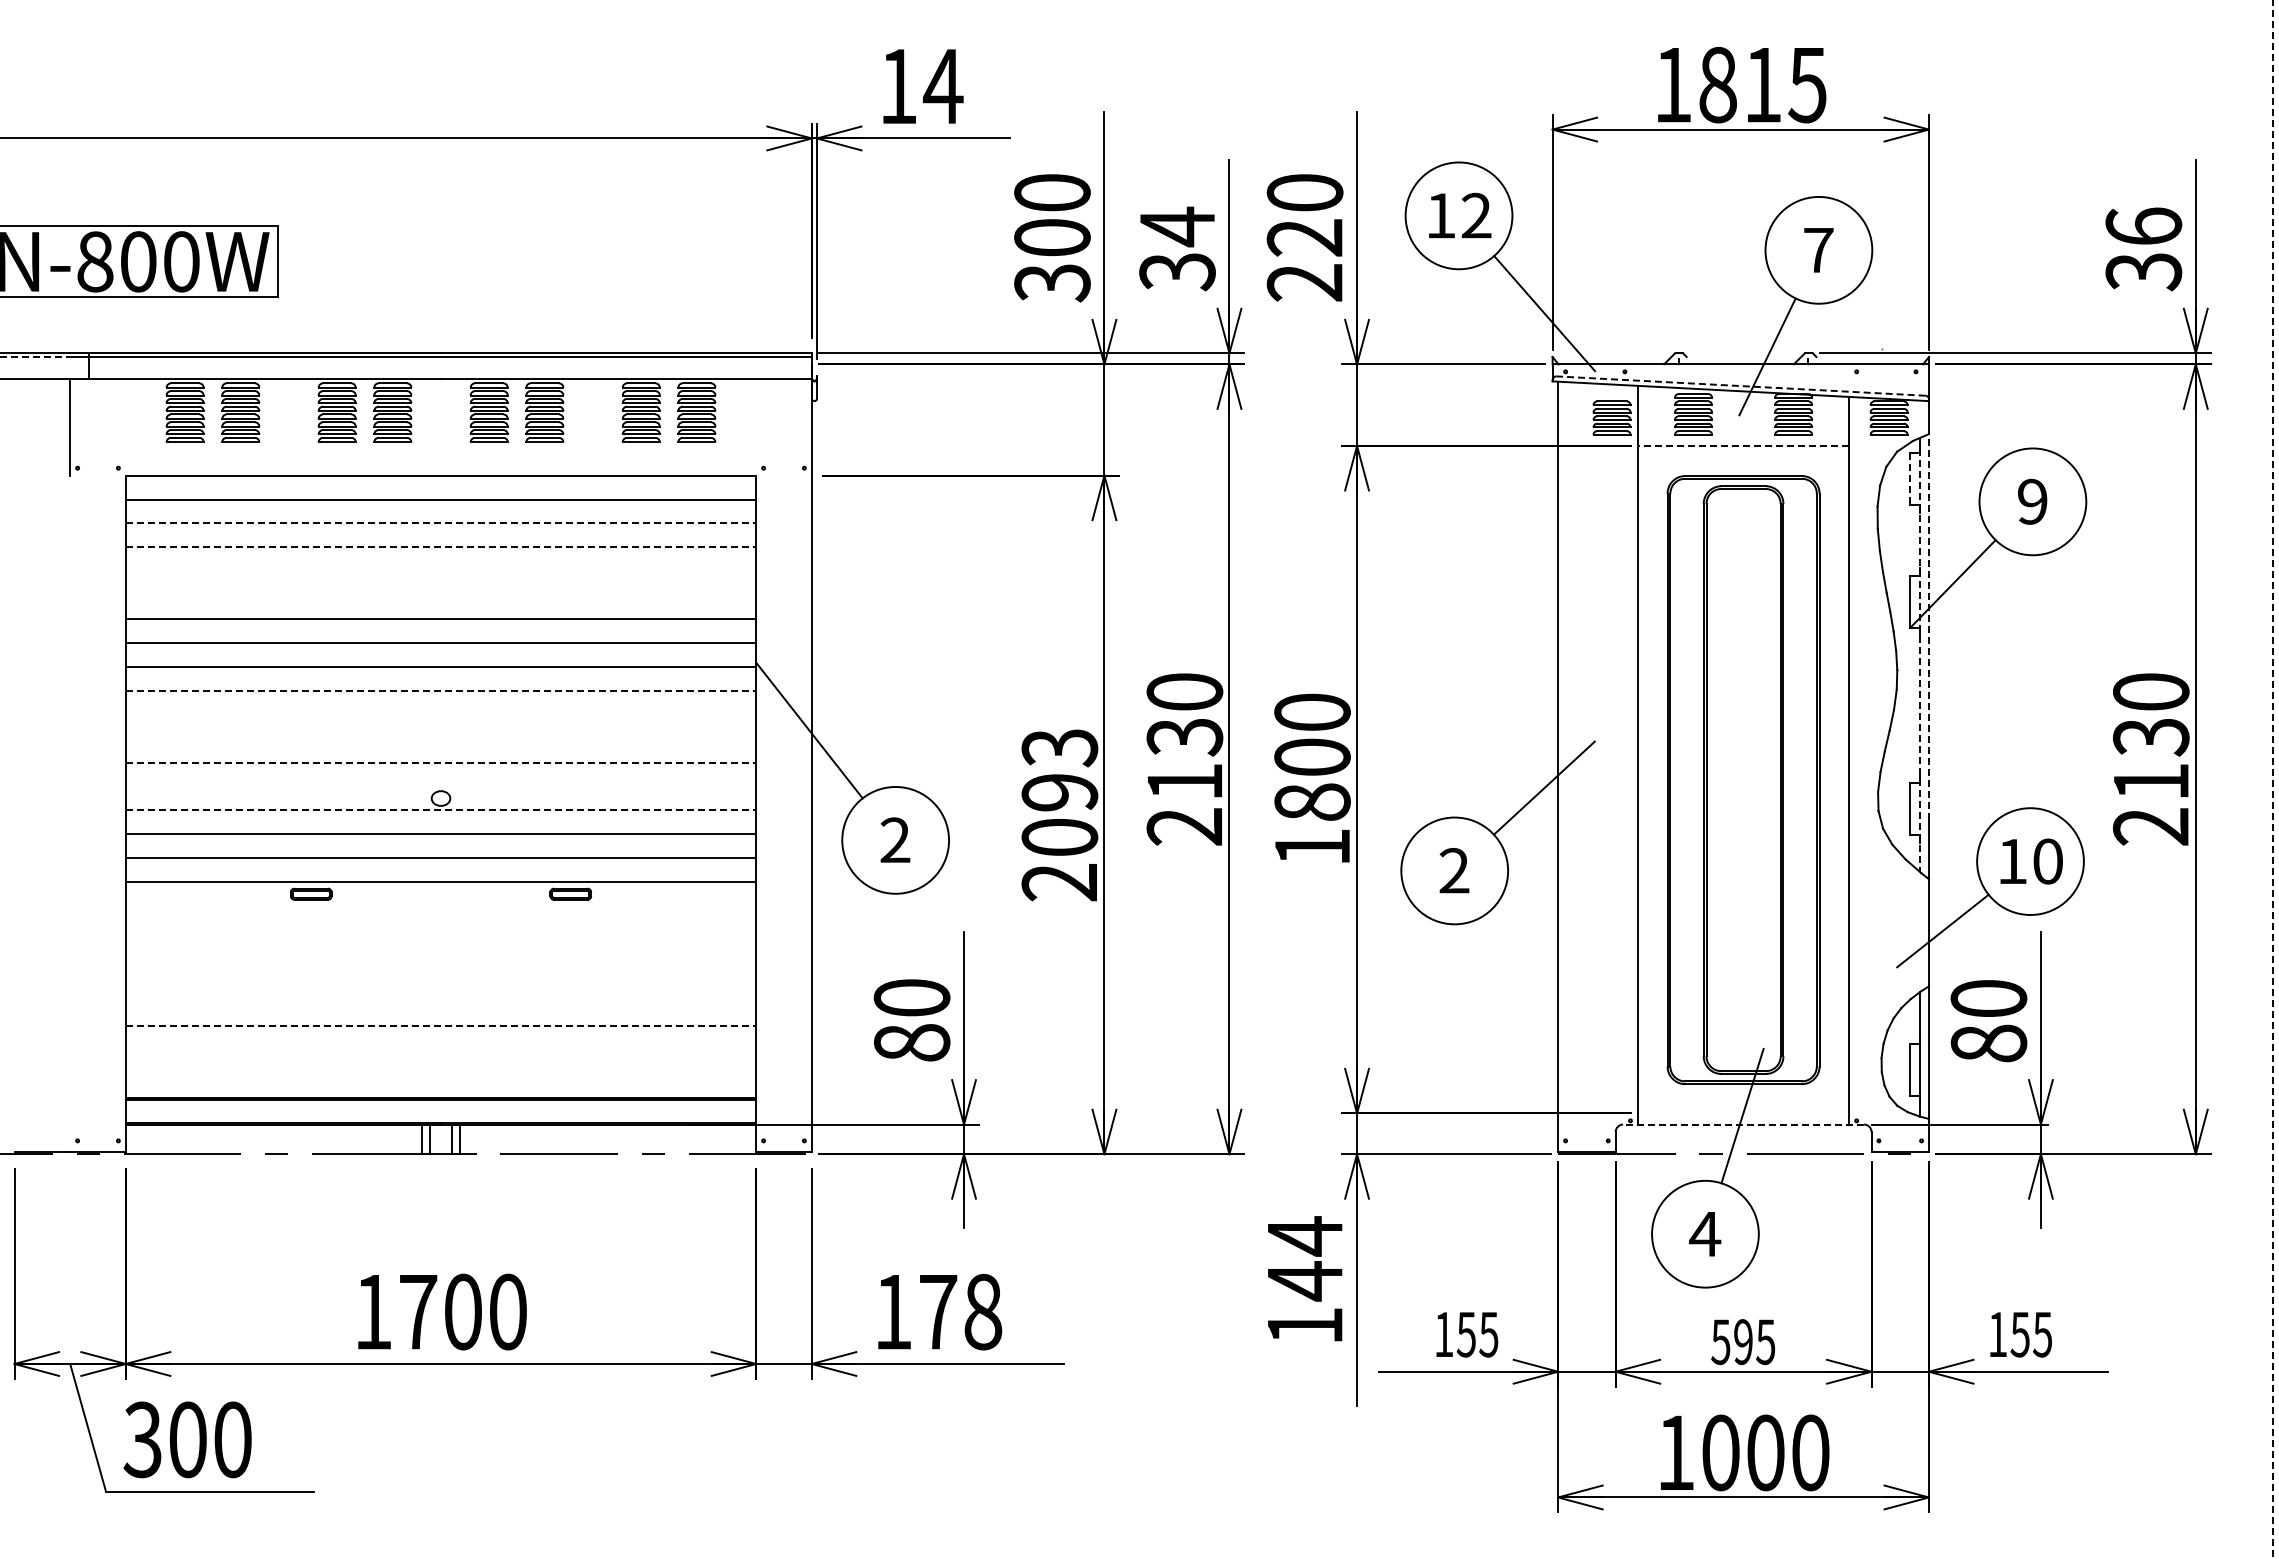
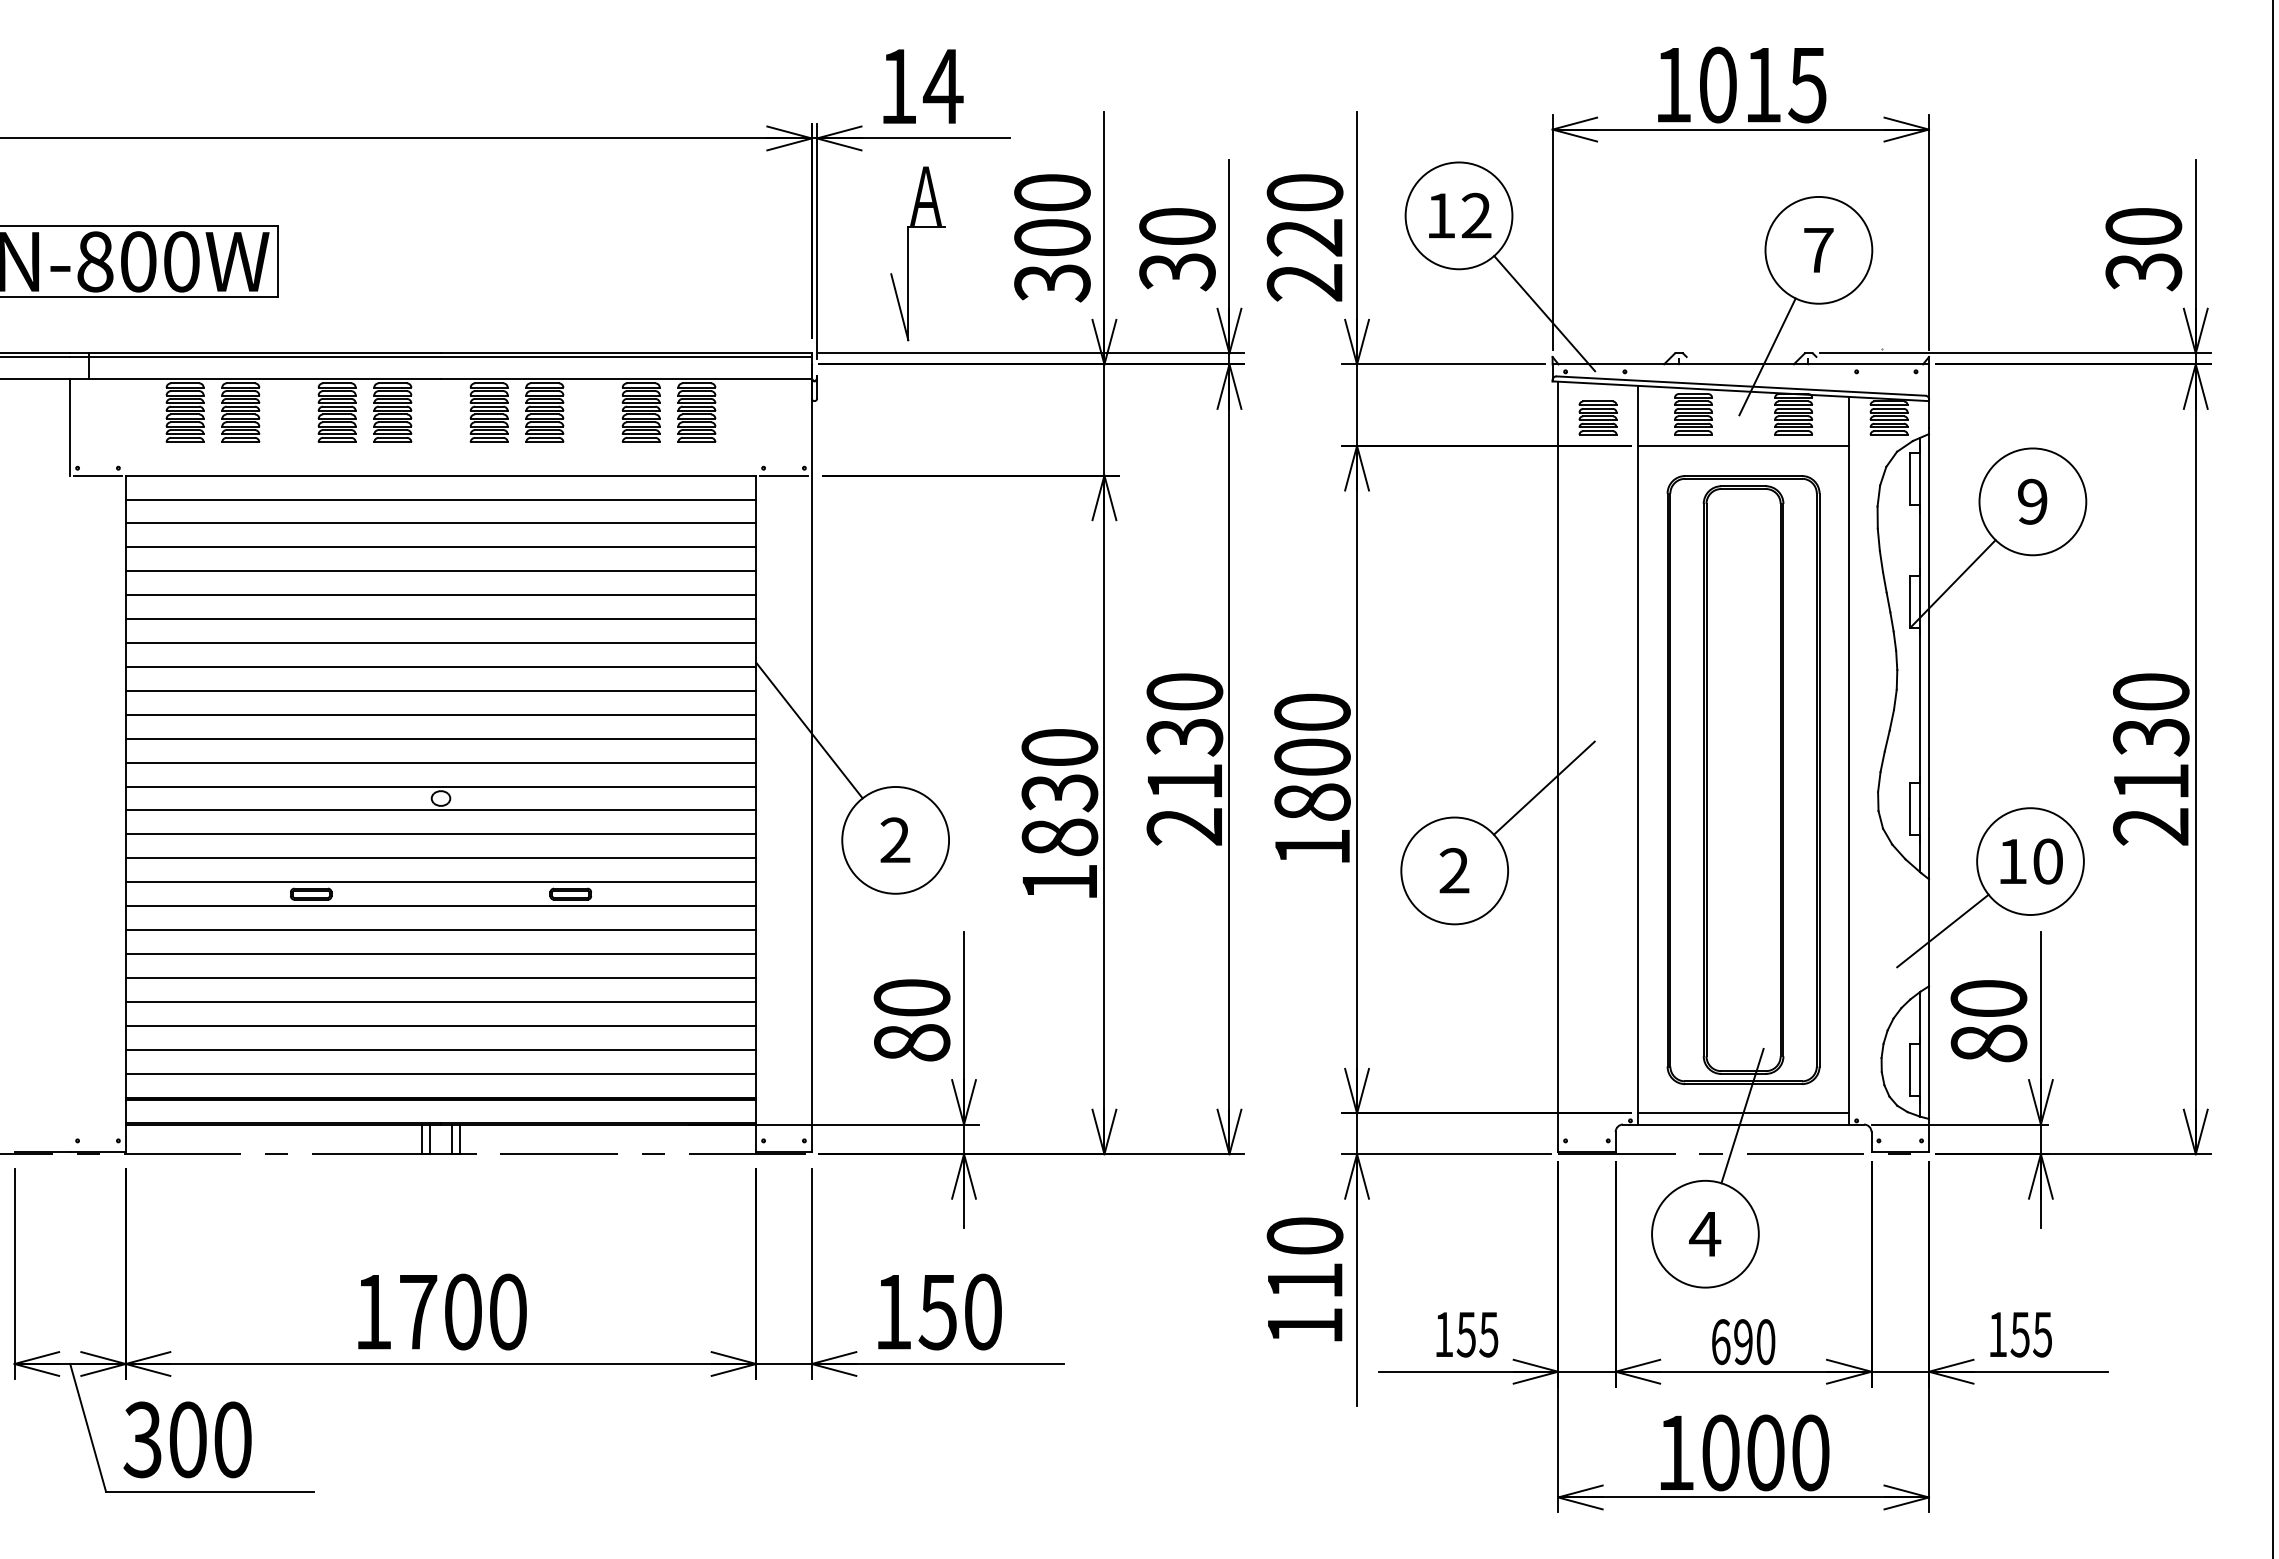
text at (1717, 84): 1815 -> 1015
text at (2143, 225): 36 -> 30
text at (1177, 226): 34 -> 30
part at (908, 253): none -> present
line at (35, 357): dashed -> solid
line at (1741, 386): dashed -> solid
part at (1611, 417) position: (1611, 417) -> (1597, 417)
line at (1743, 446): dashed -> solid
line at (97, 475): none -> present
line at (783, 475): none -> present
line at (1910, 479): dashed -> solid
line at (441, 523): dashed -> solid
line at (441, 547): dashed -> solid
line at (440, 571): none -> present
line at (440, 595): none -> present
line at (1929, 623): dashed -> solid
line at (1919, 654): dashed -> solid
line at (441, 690): dashed -> solid
line at (440, 714): none -> present
line at (440, 738): none -> present
line at (441, 762): dashed -> solid
line at (2273, 779): dashed -> solid
line at (440, 786): none -> present
line at (441, 810): dashed -> solid
text at (1059, 815): 2093 -> 1830
line at (440, 906): none -> present
line at (440, 930): none -> present
line at (440, 954): none -> present
line at (440, 977): none -> present
line at (440, 1001): none -> present
line at (441, 1025): dashed -> solid
line at (440, 1049): none -> present
line at (440, 1073): none -> present
line at (1743, 1113): none -> present
line at (1743, 1124): dashed -> solid
text at (1304, 1258): 144 -> 110
text at (960, 1311): 178 -> 150
text at (1743, 1342): 595 -> 690
